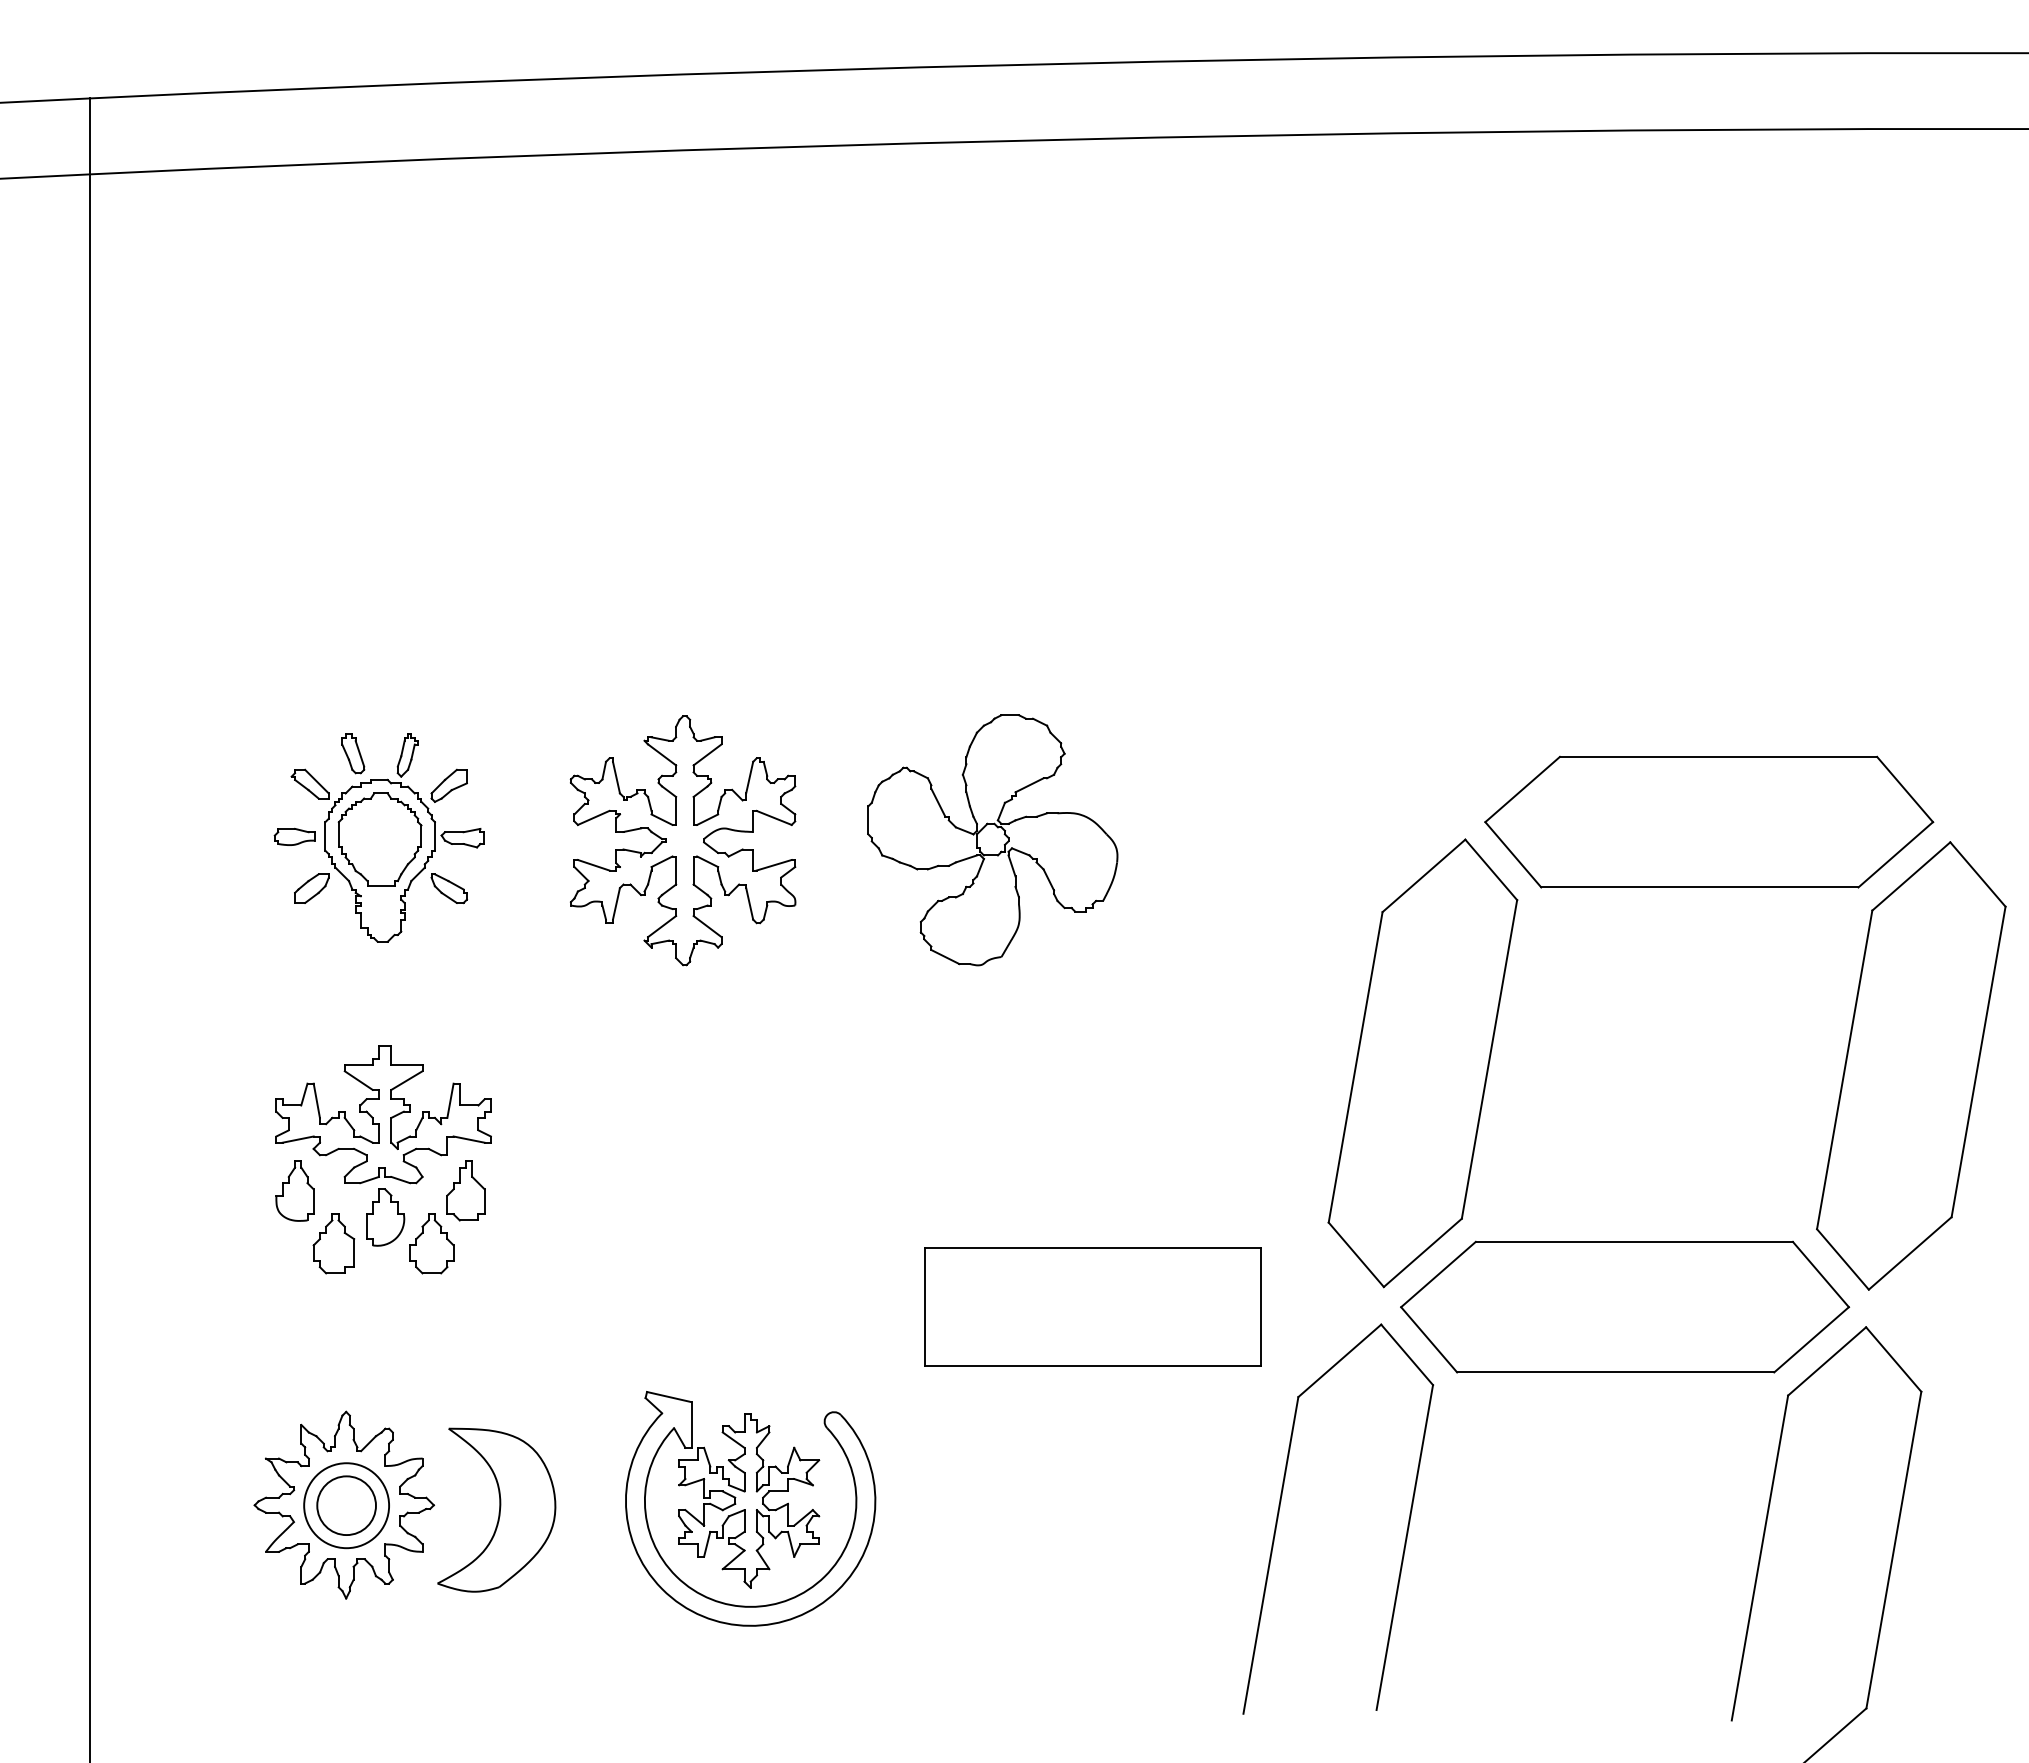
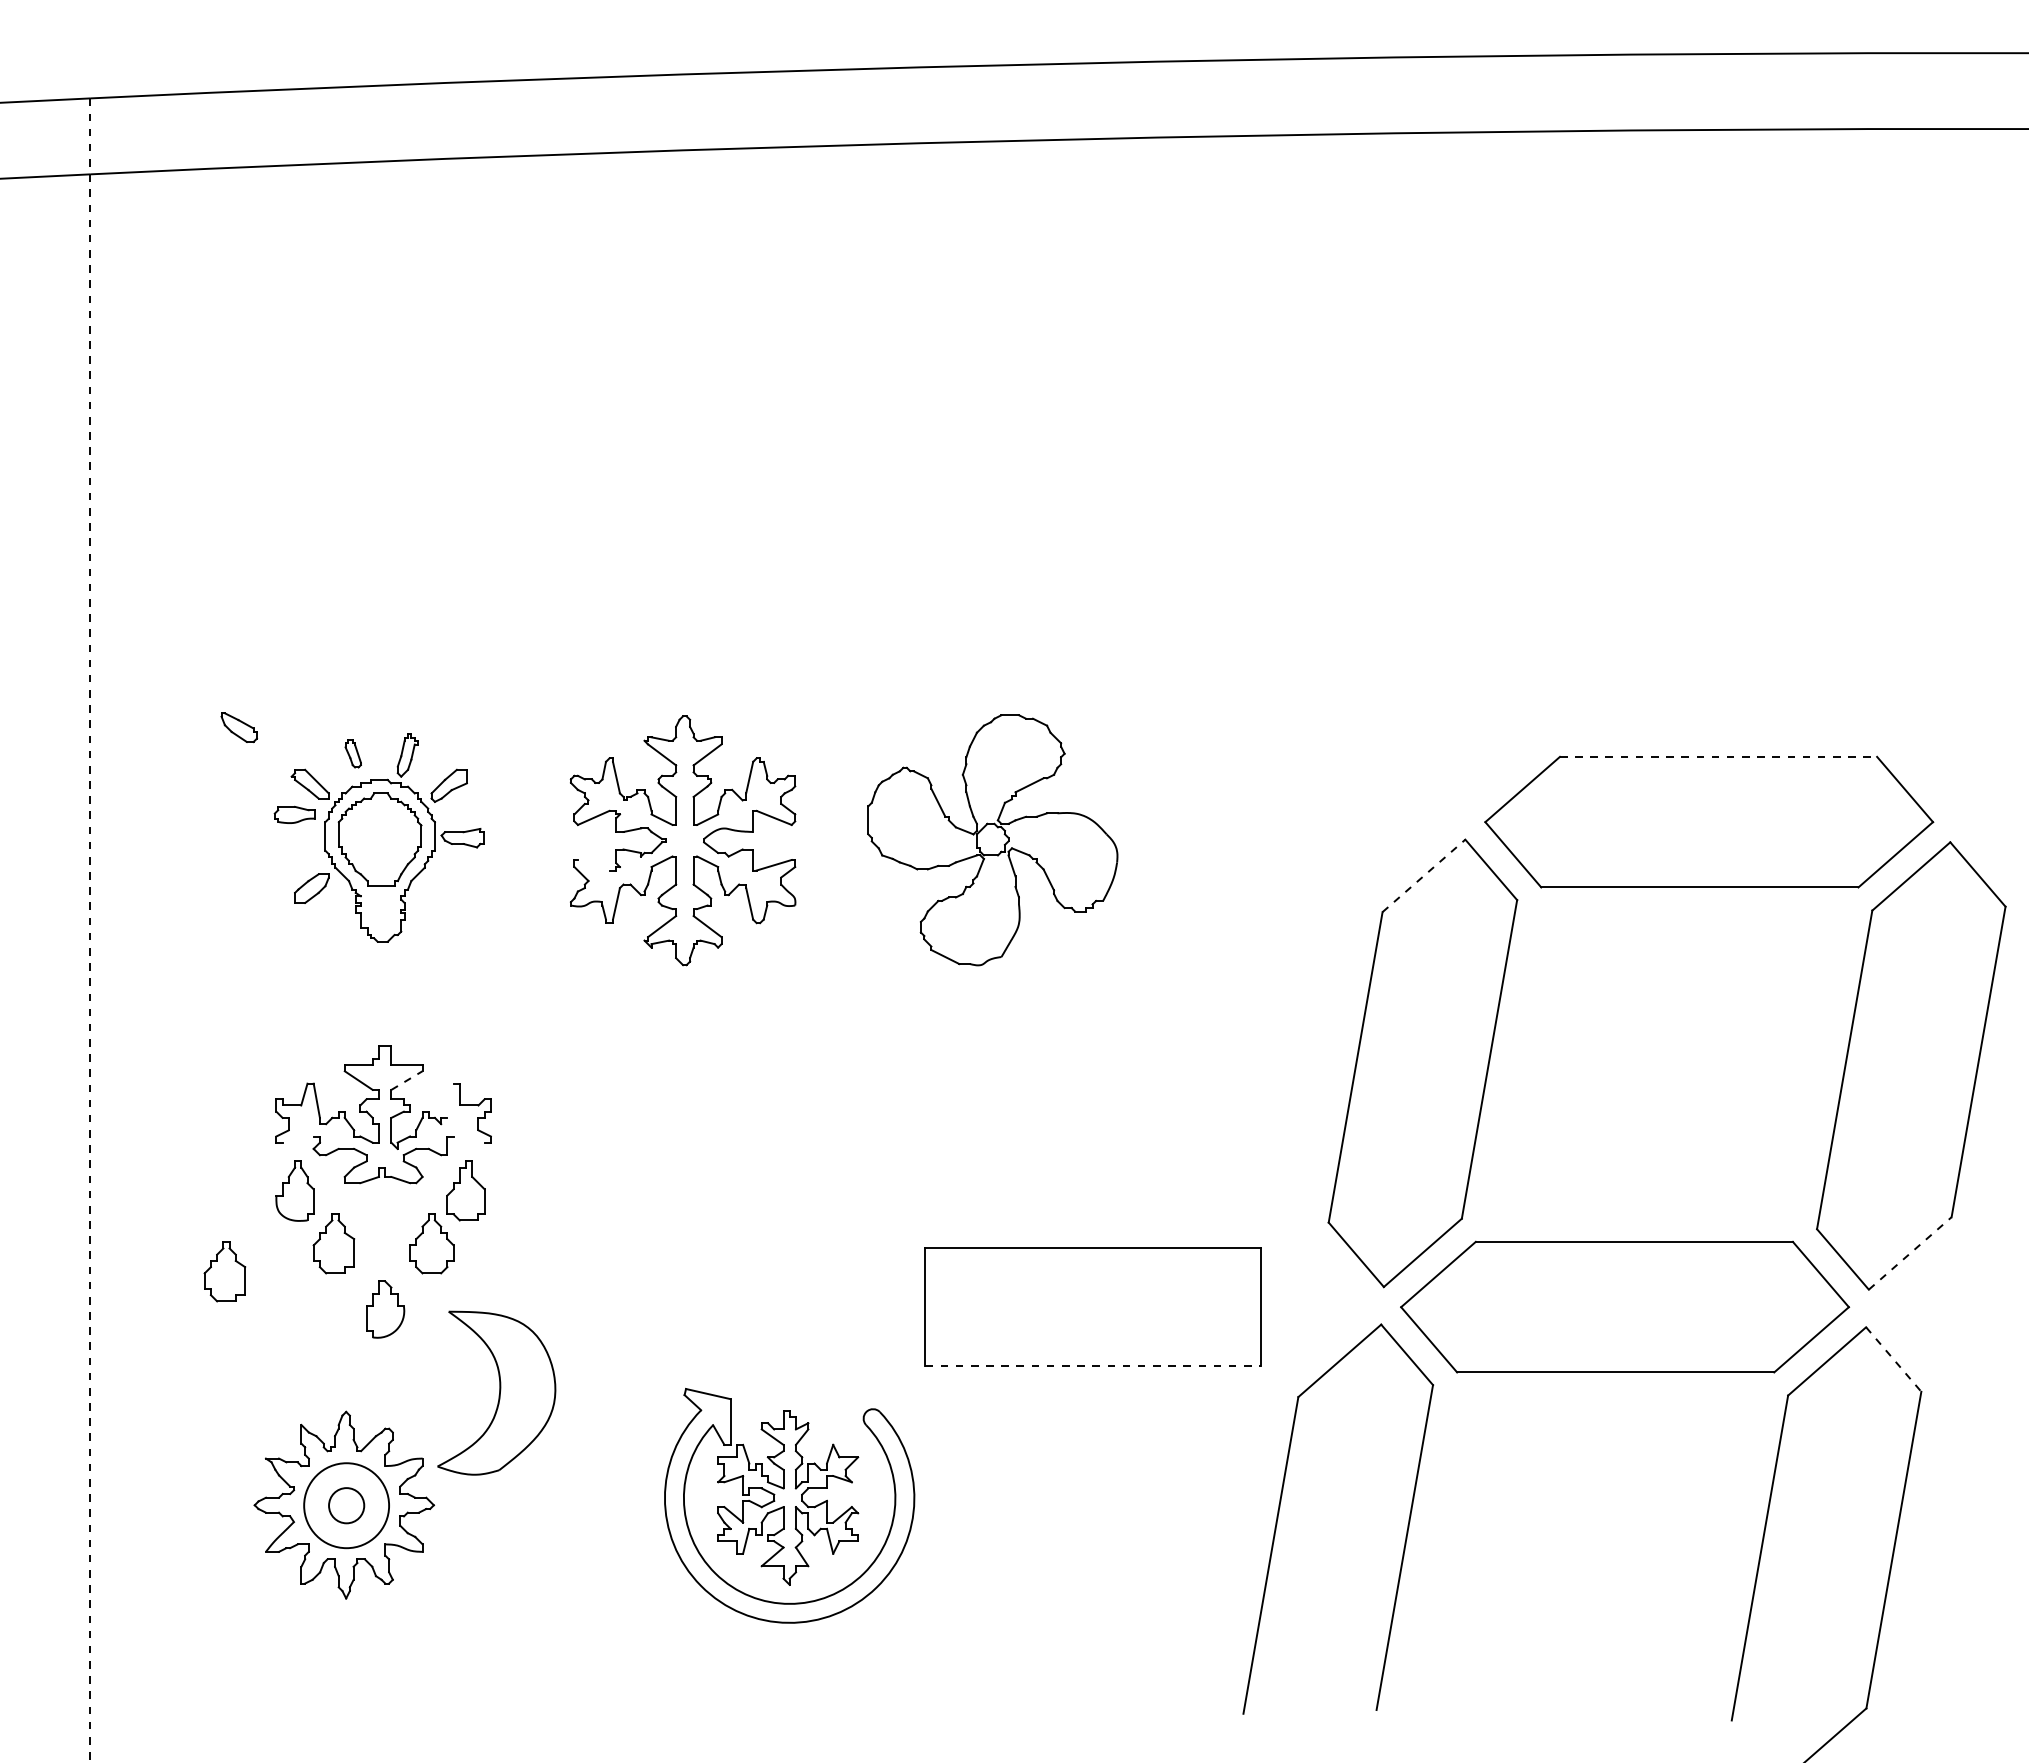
part at (353, 753) size: 25x42 px -> 18x30 px
line at (1718, 756): solid -> dashed
part at (294, 836) position: (294, 836) -> (294, 814)
line at (593, 864): present -> none
line at (1423, 875): solid -> dashed
part at (448, 888) position: (448, 888) -> (238, 727)
line at (90, 931): solid -> dashed
line at (407, 1080): solid -> dashed
line at (450, 1100): present -> none
line at (297, 1139): present -> none
line at (468, 1139): present -> none
part at (385, 1217) position: (385, 1217) -> (385, 1309)
line at (1910, 1253): solid -> dashed
part at (224, 1271): none -> present
line at (1894, 1359): solid -> dashed
line at (1093, 1365): solid -> dashed
circle at (346, 1505) diameter: 59 px -> 35 px
part at (750, 1508) position: (750, 1508) -> (789, 1505)
part at (496, 1509) position: (496, 1509) -> (496, 1392)
